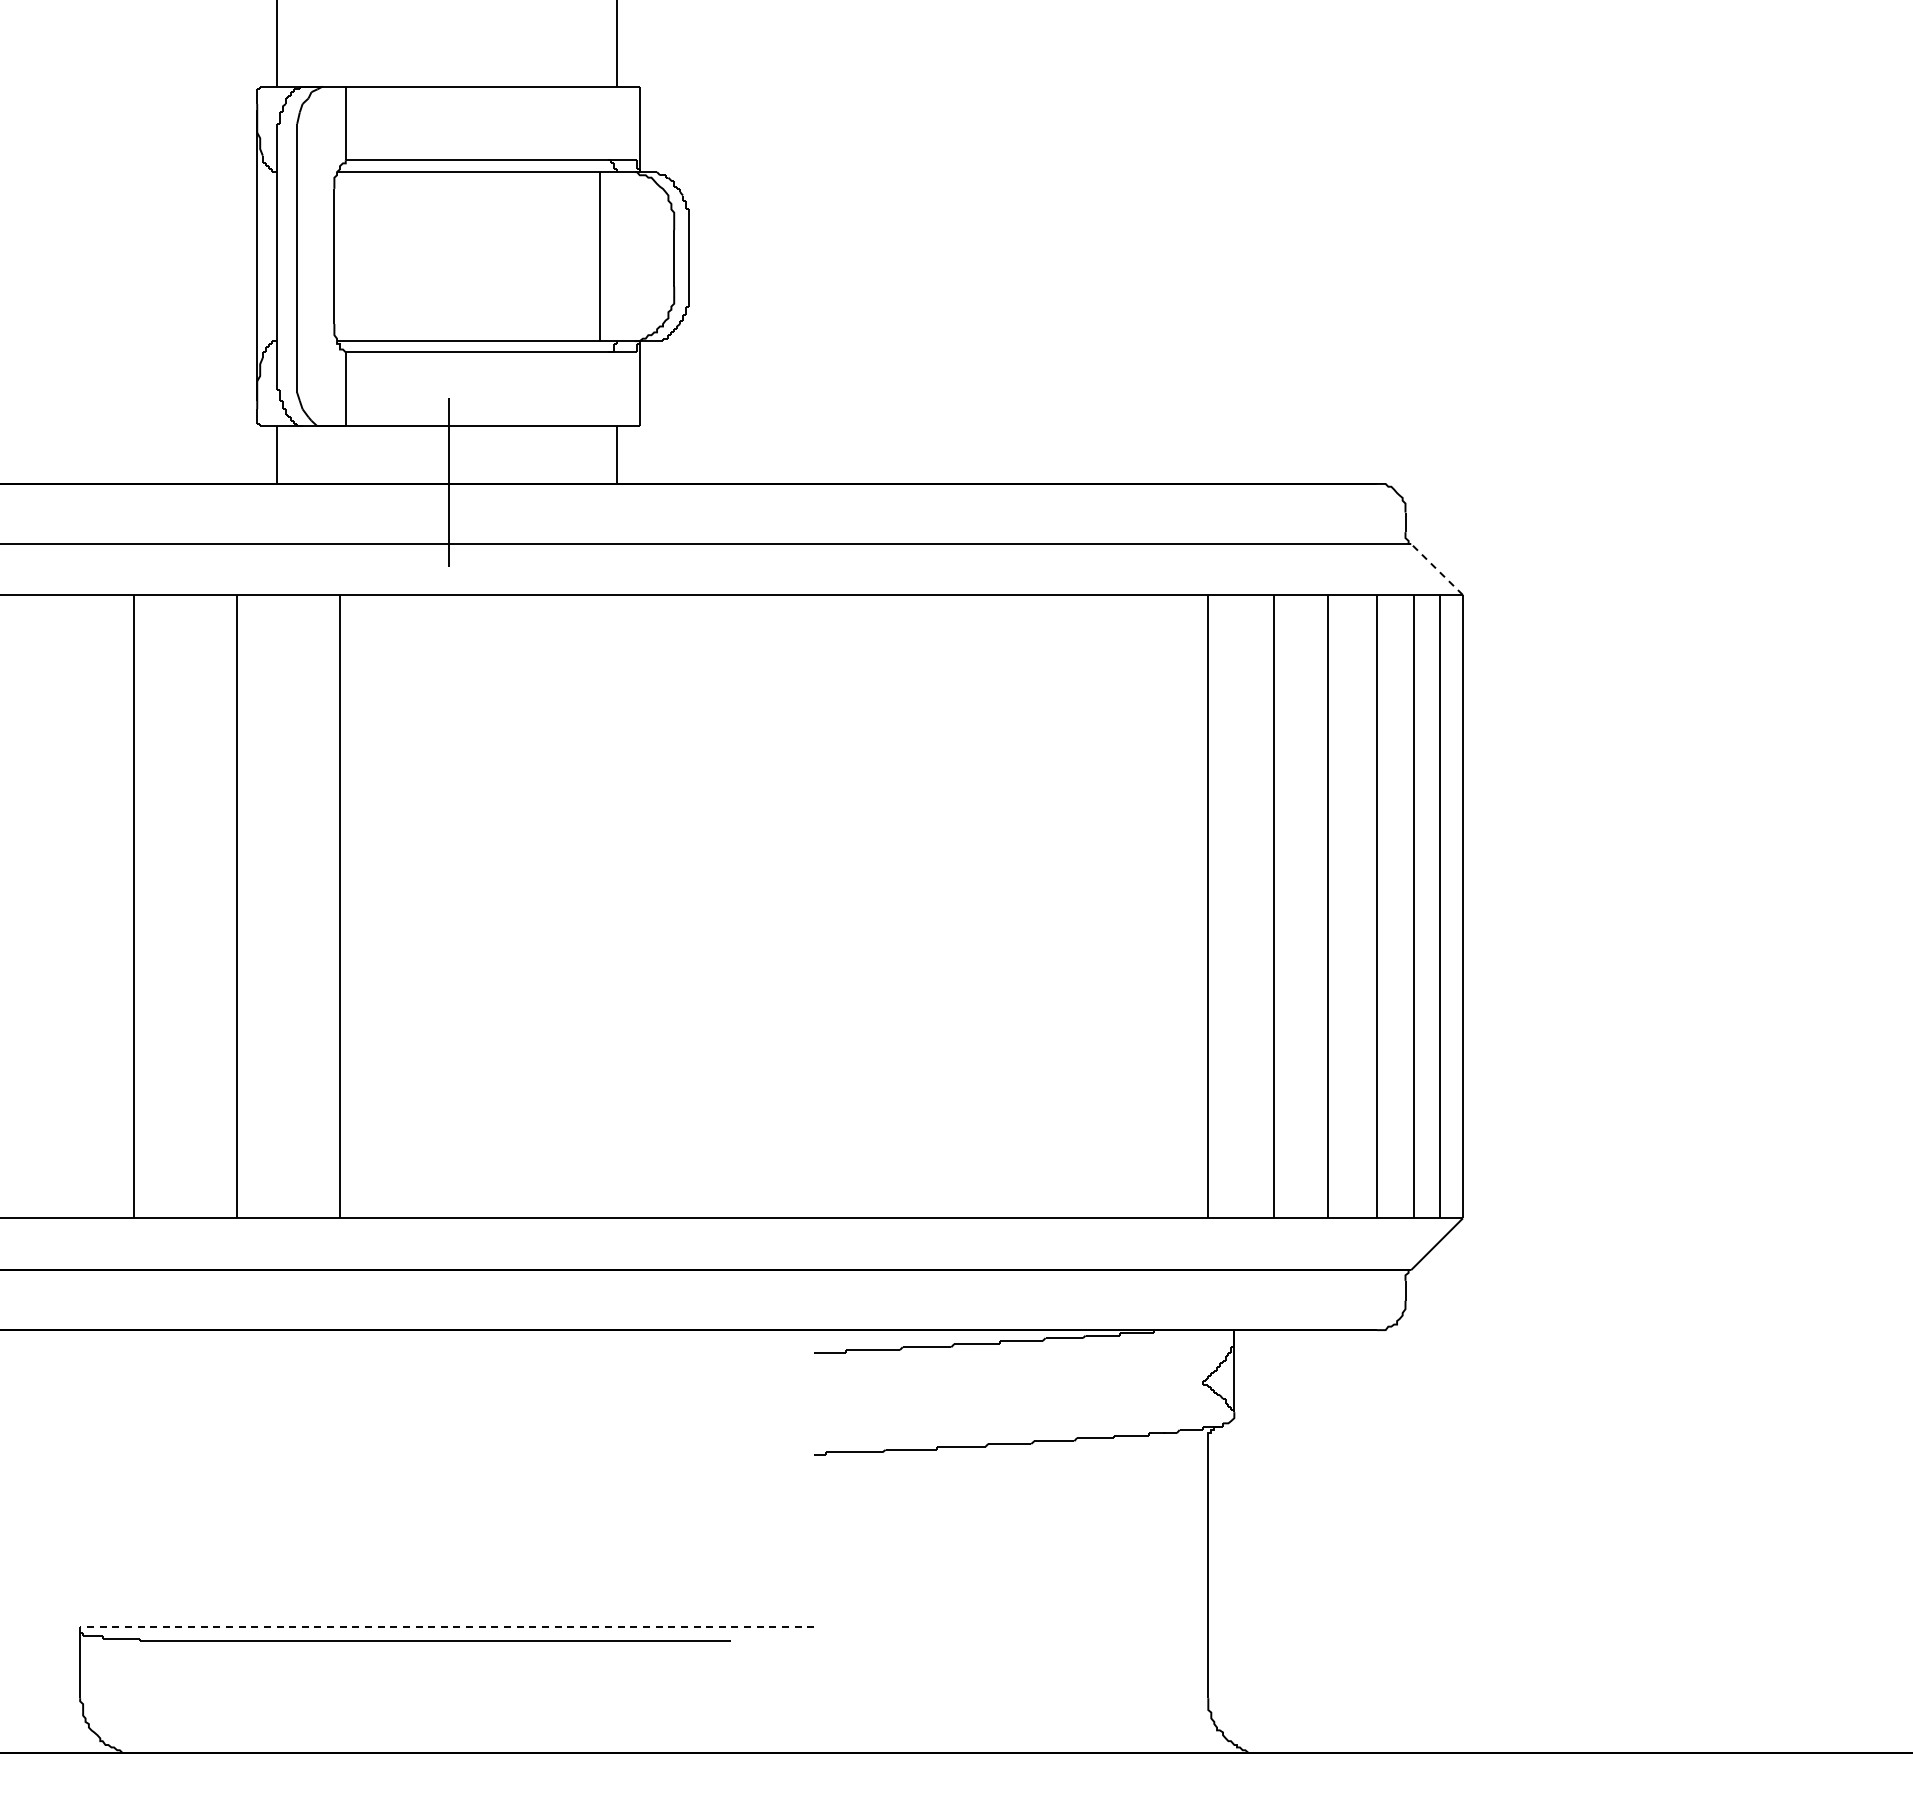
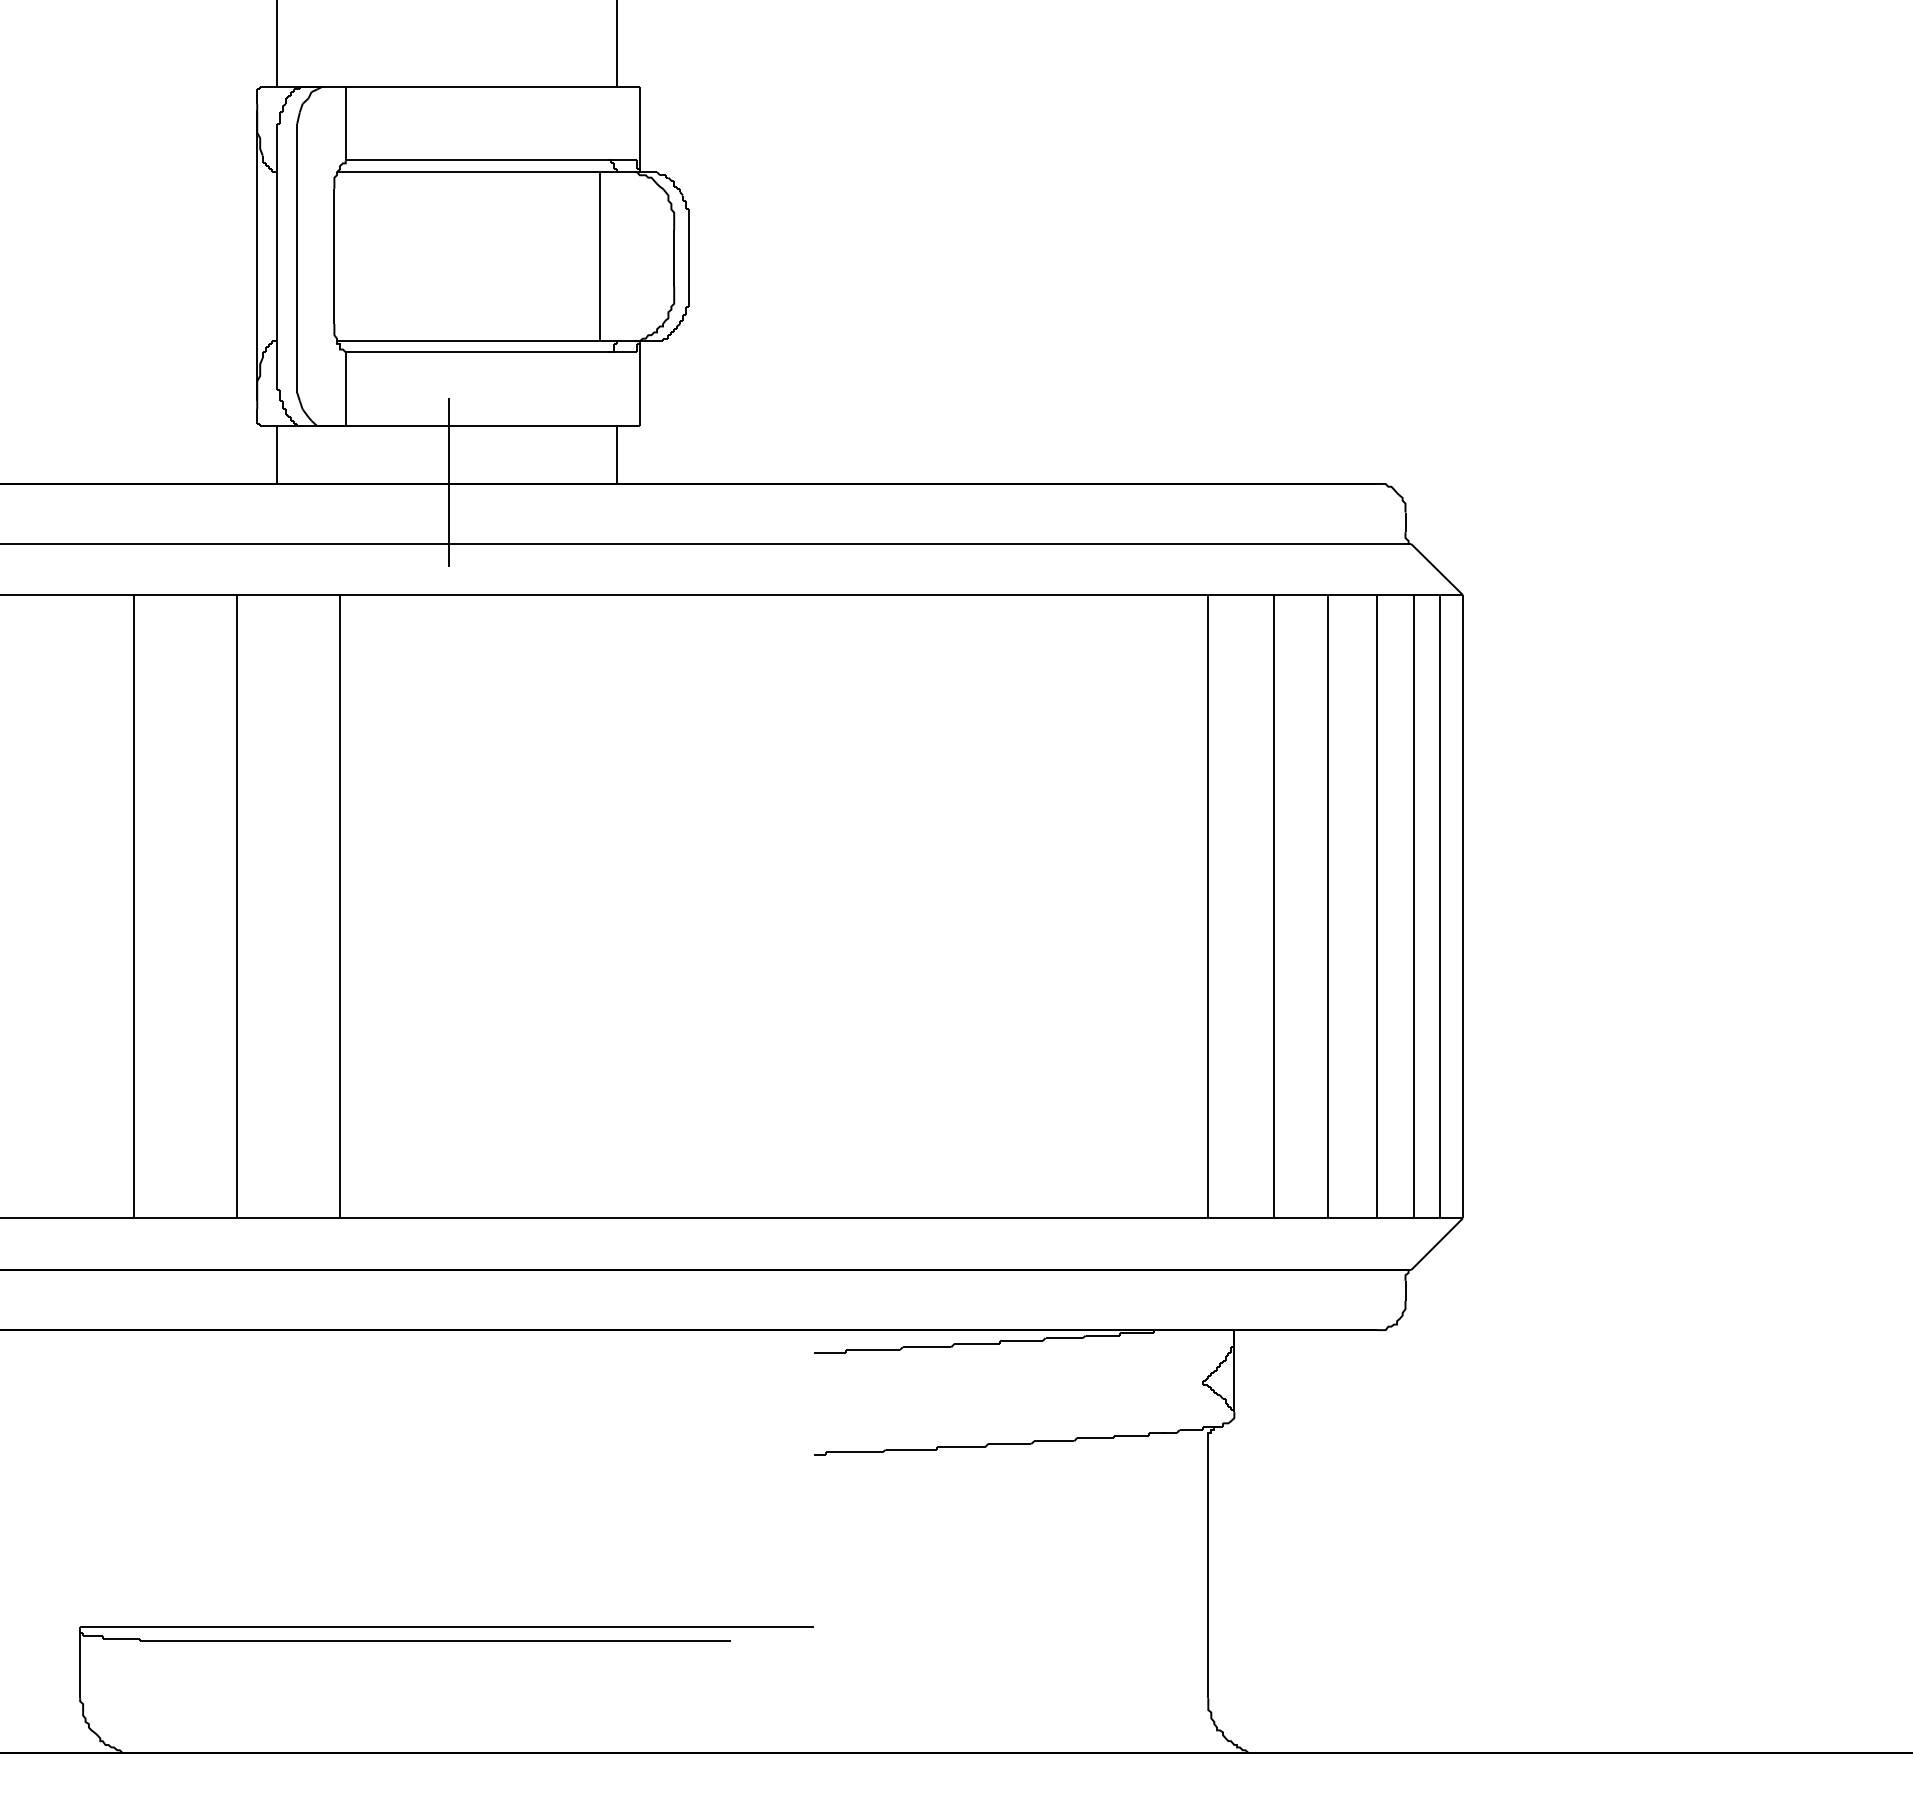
line at (1436, 569): dashed -> solid
line at (446, 1627): dashed -> solid
